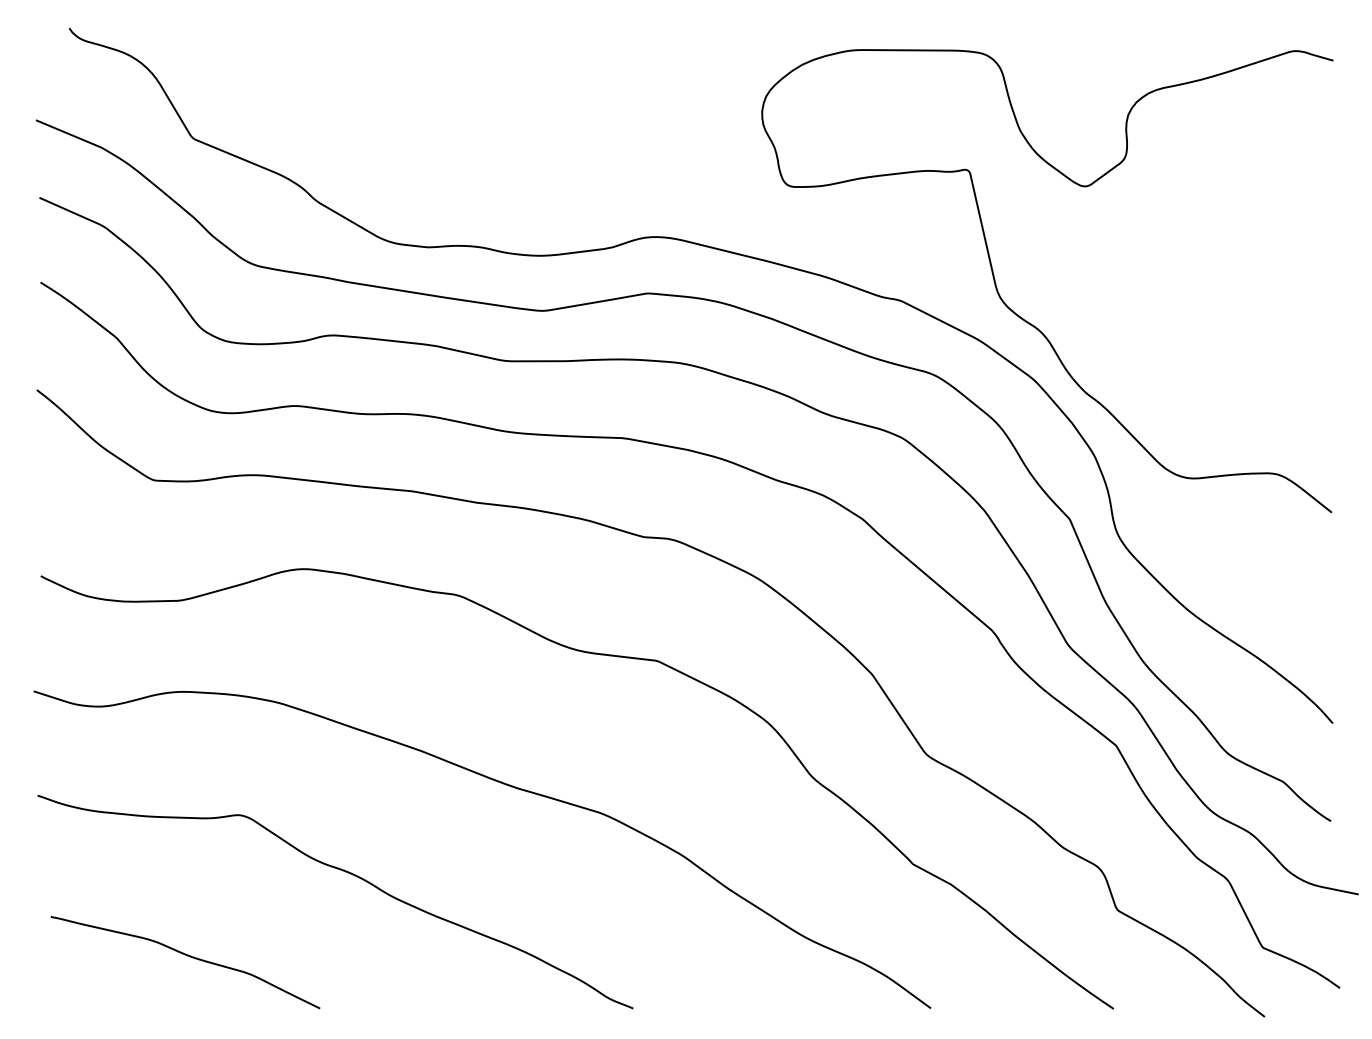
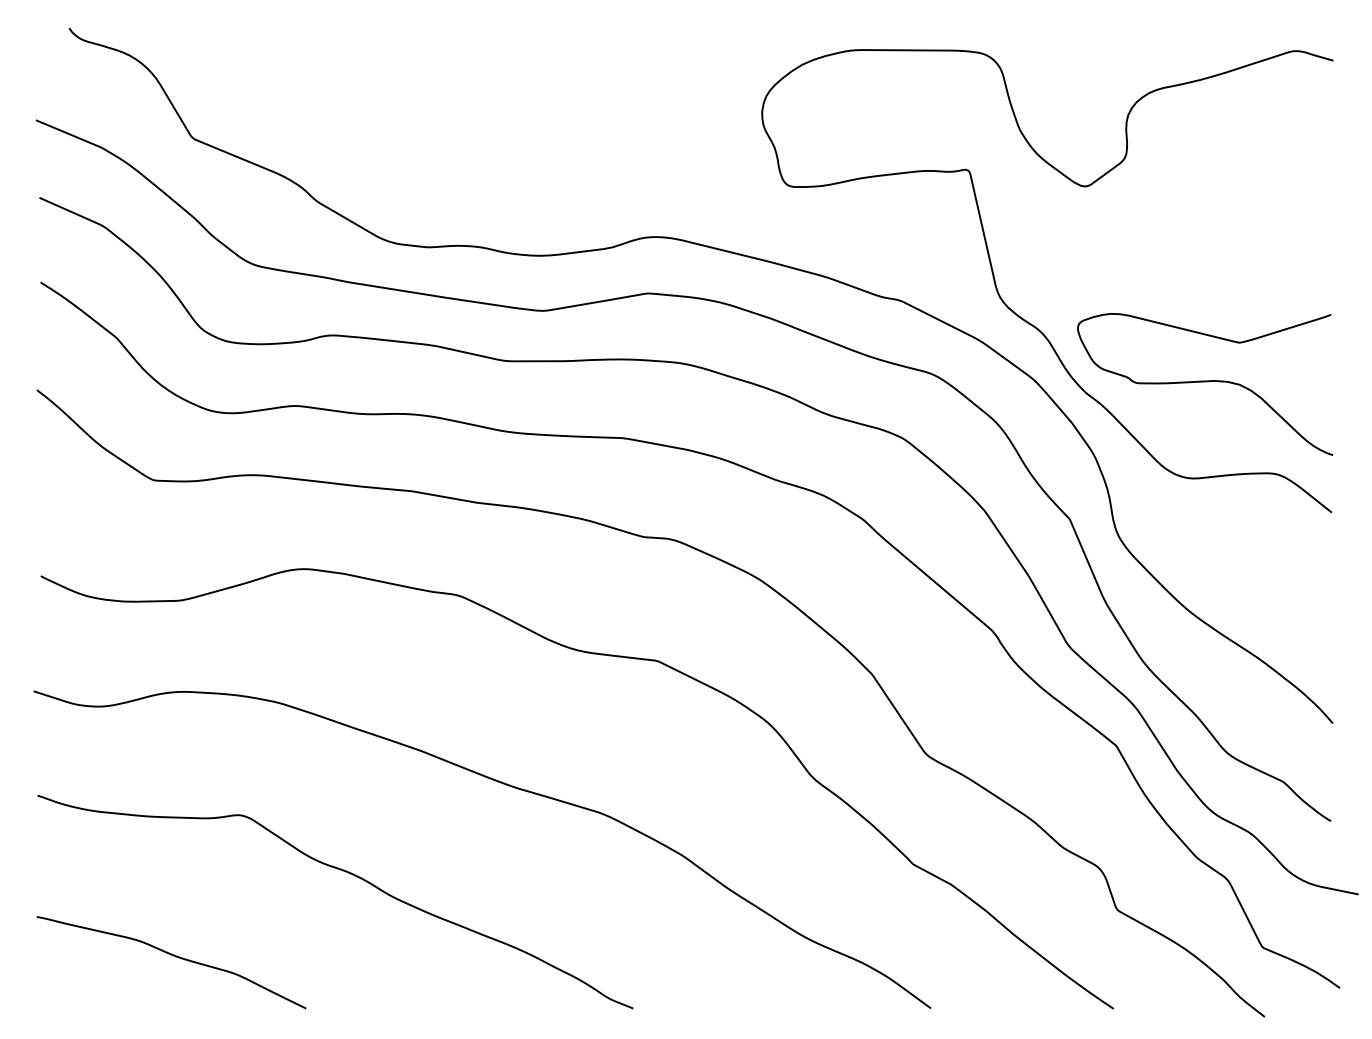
curve at (1205, 382): none -> present
curve at (187, 956) position: (187, 956) -> (173, 956)
